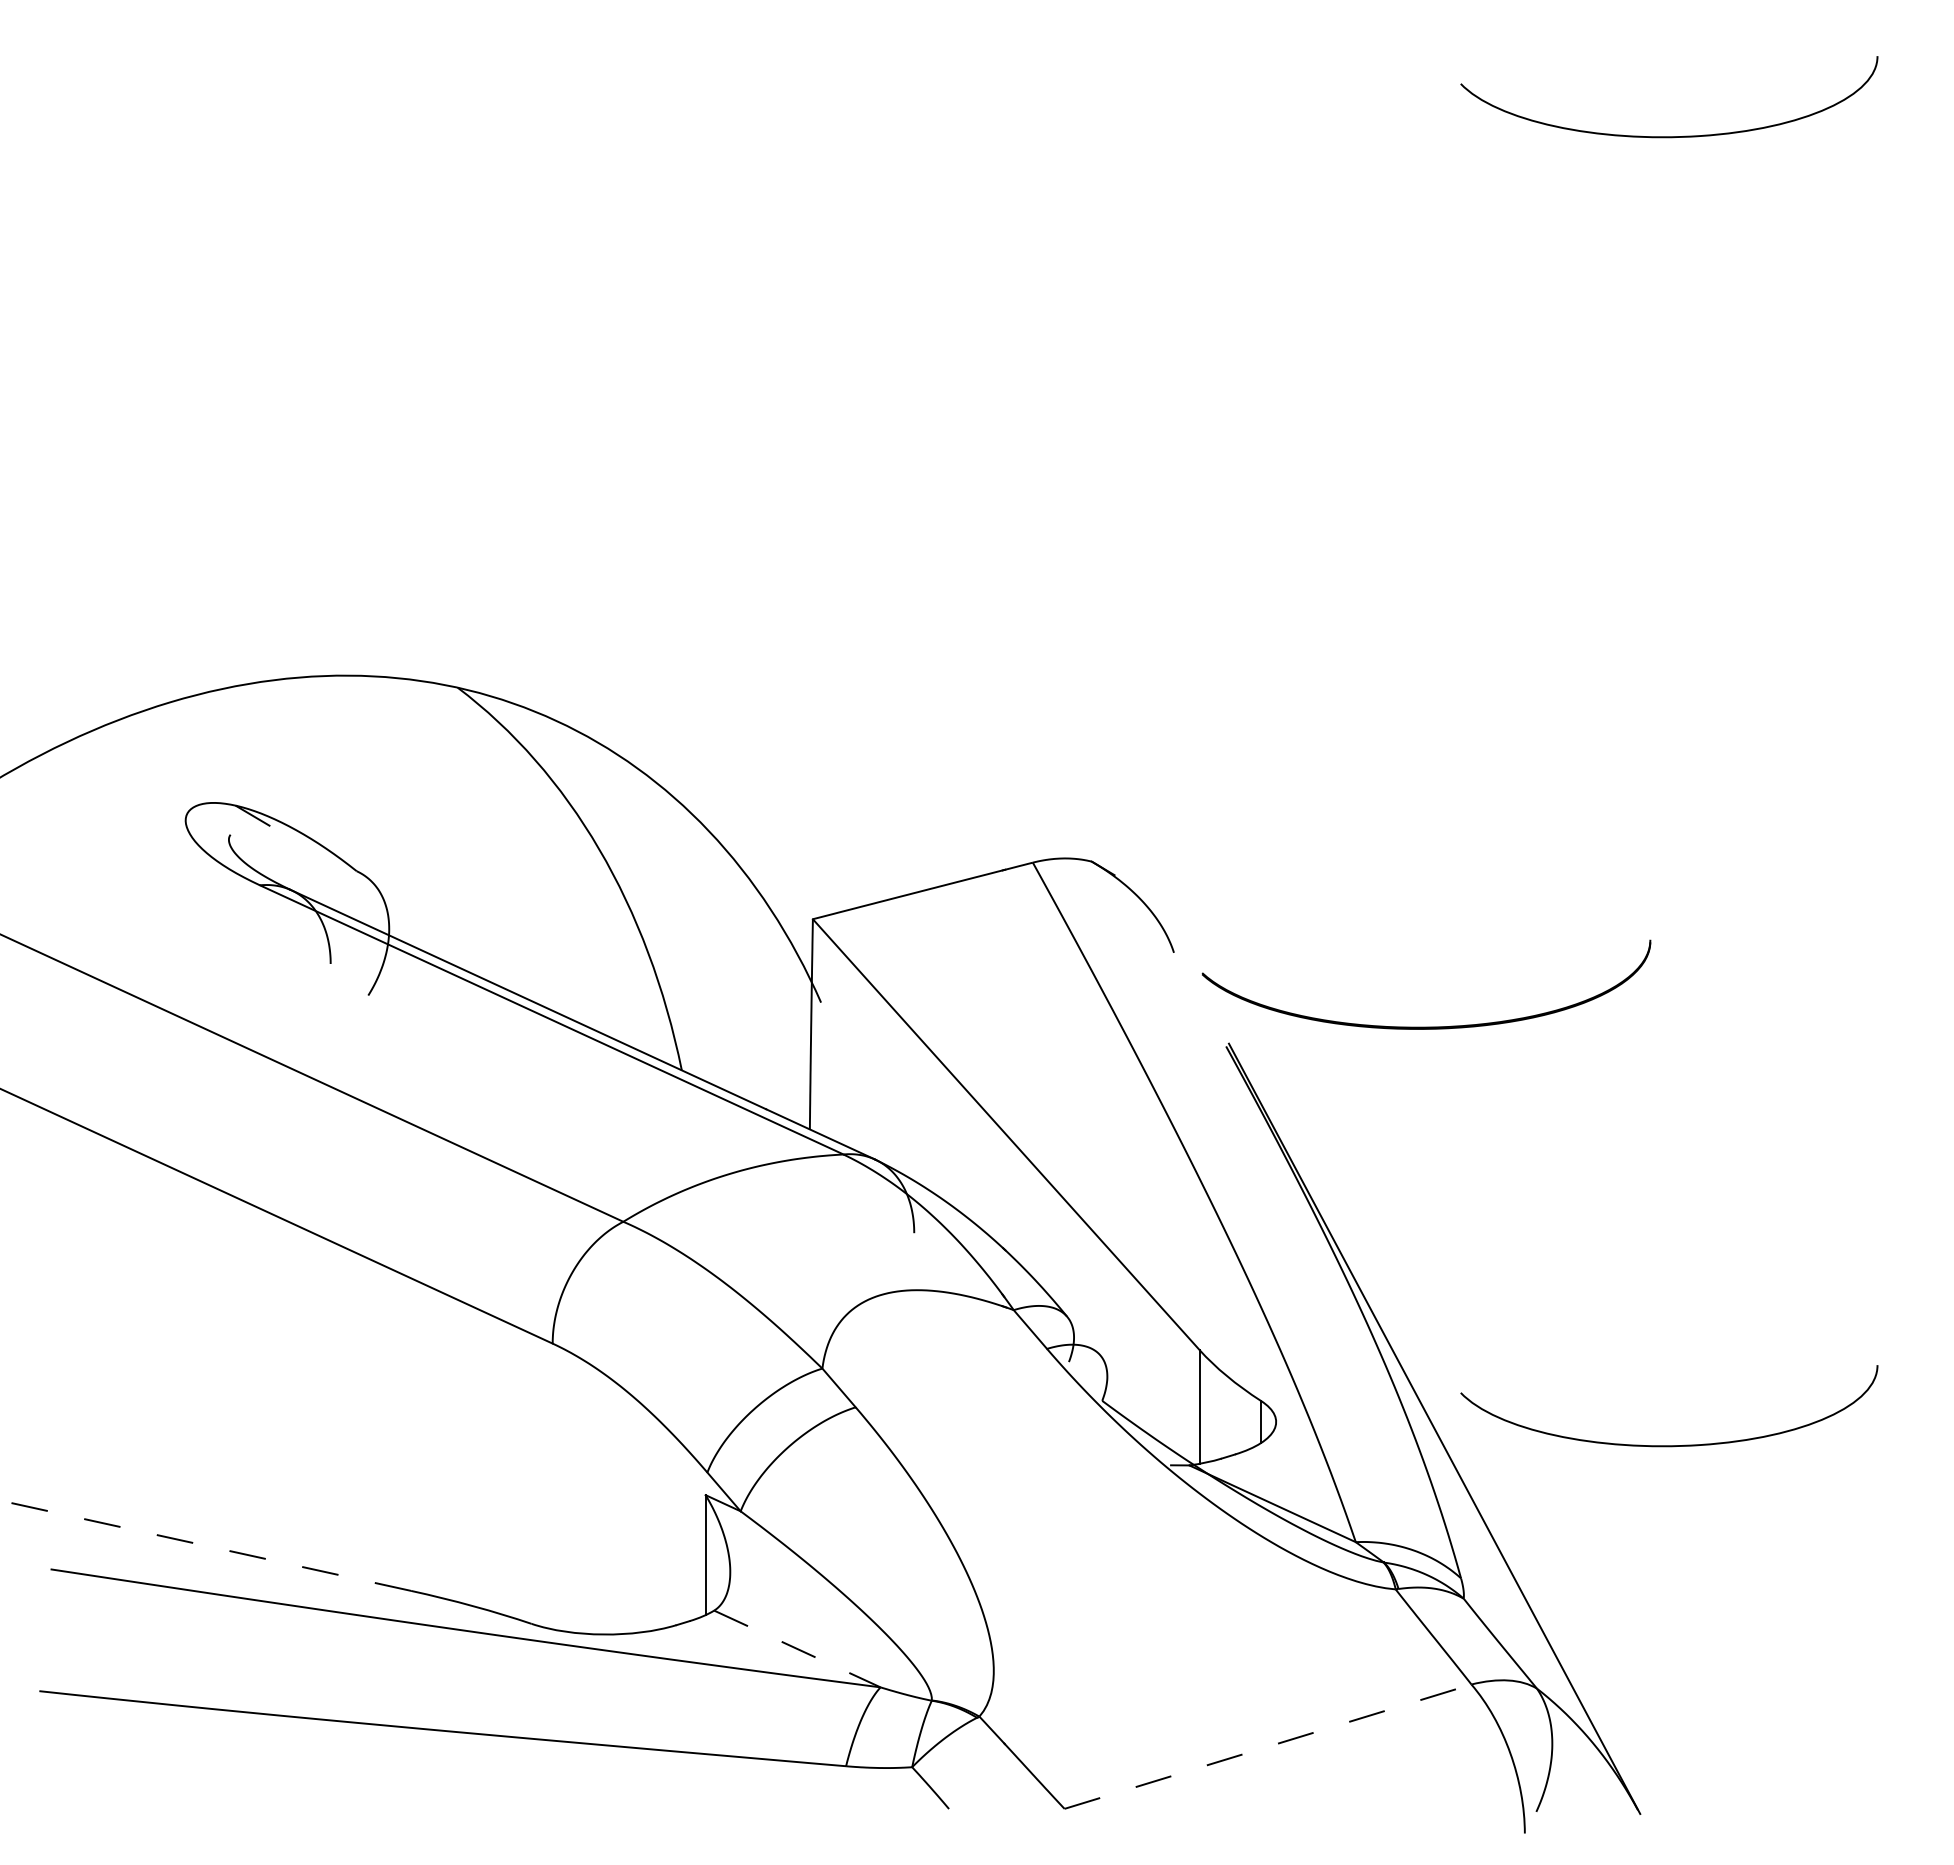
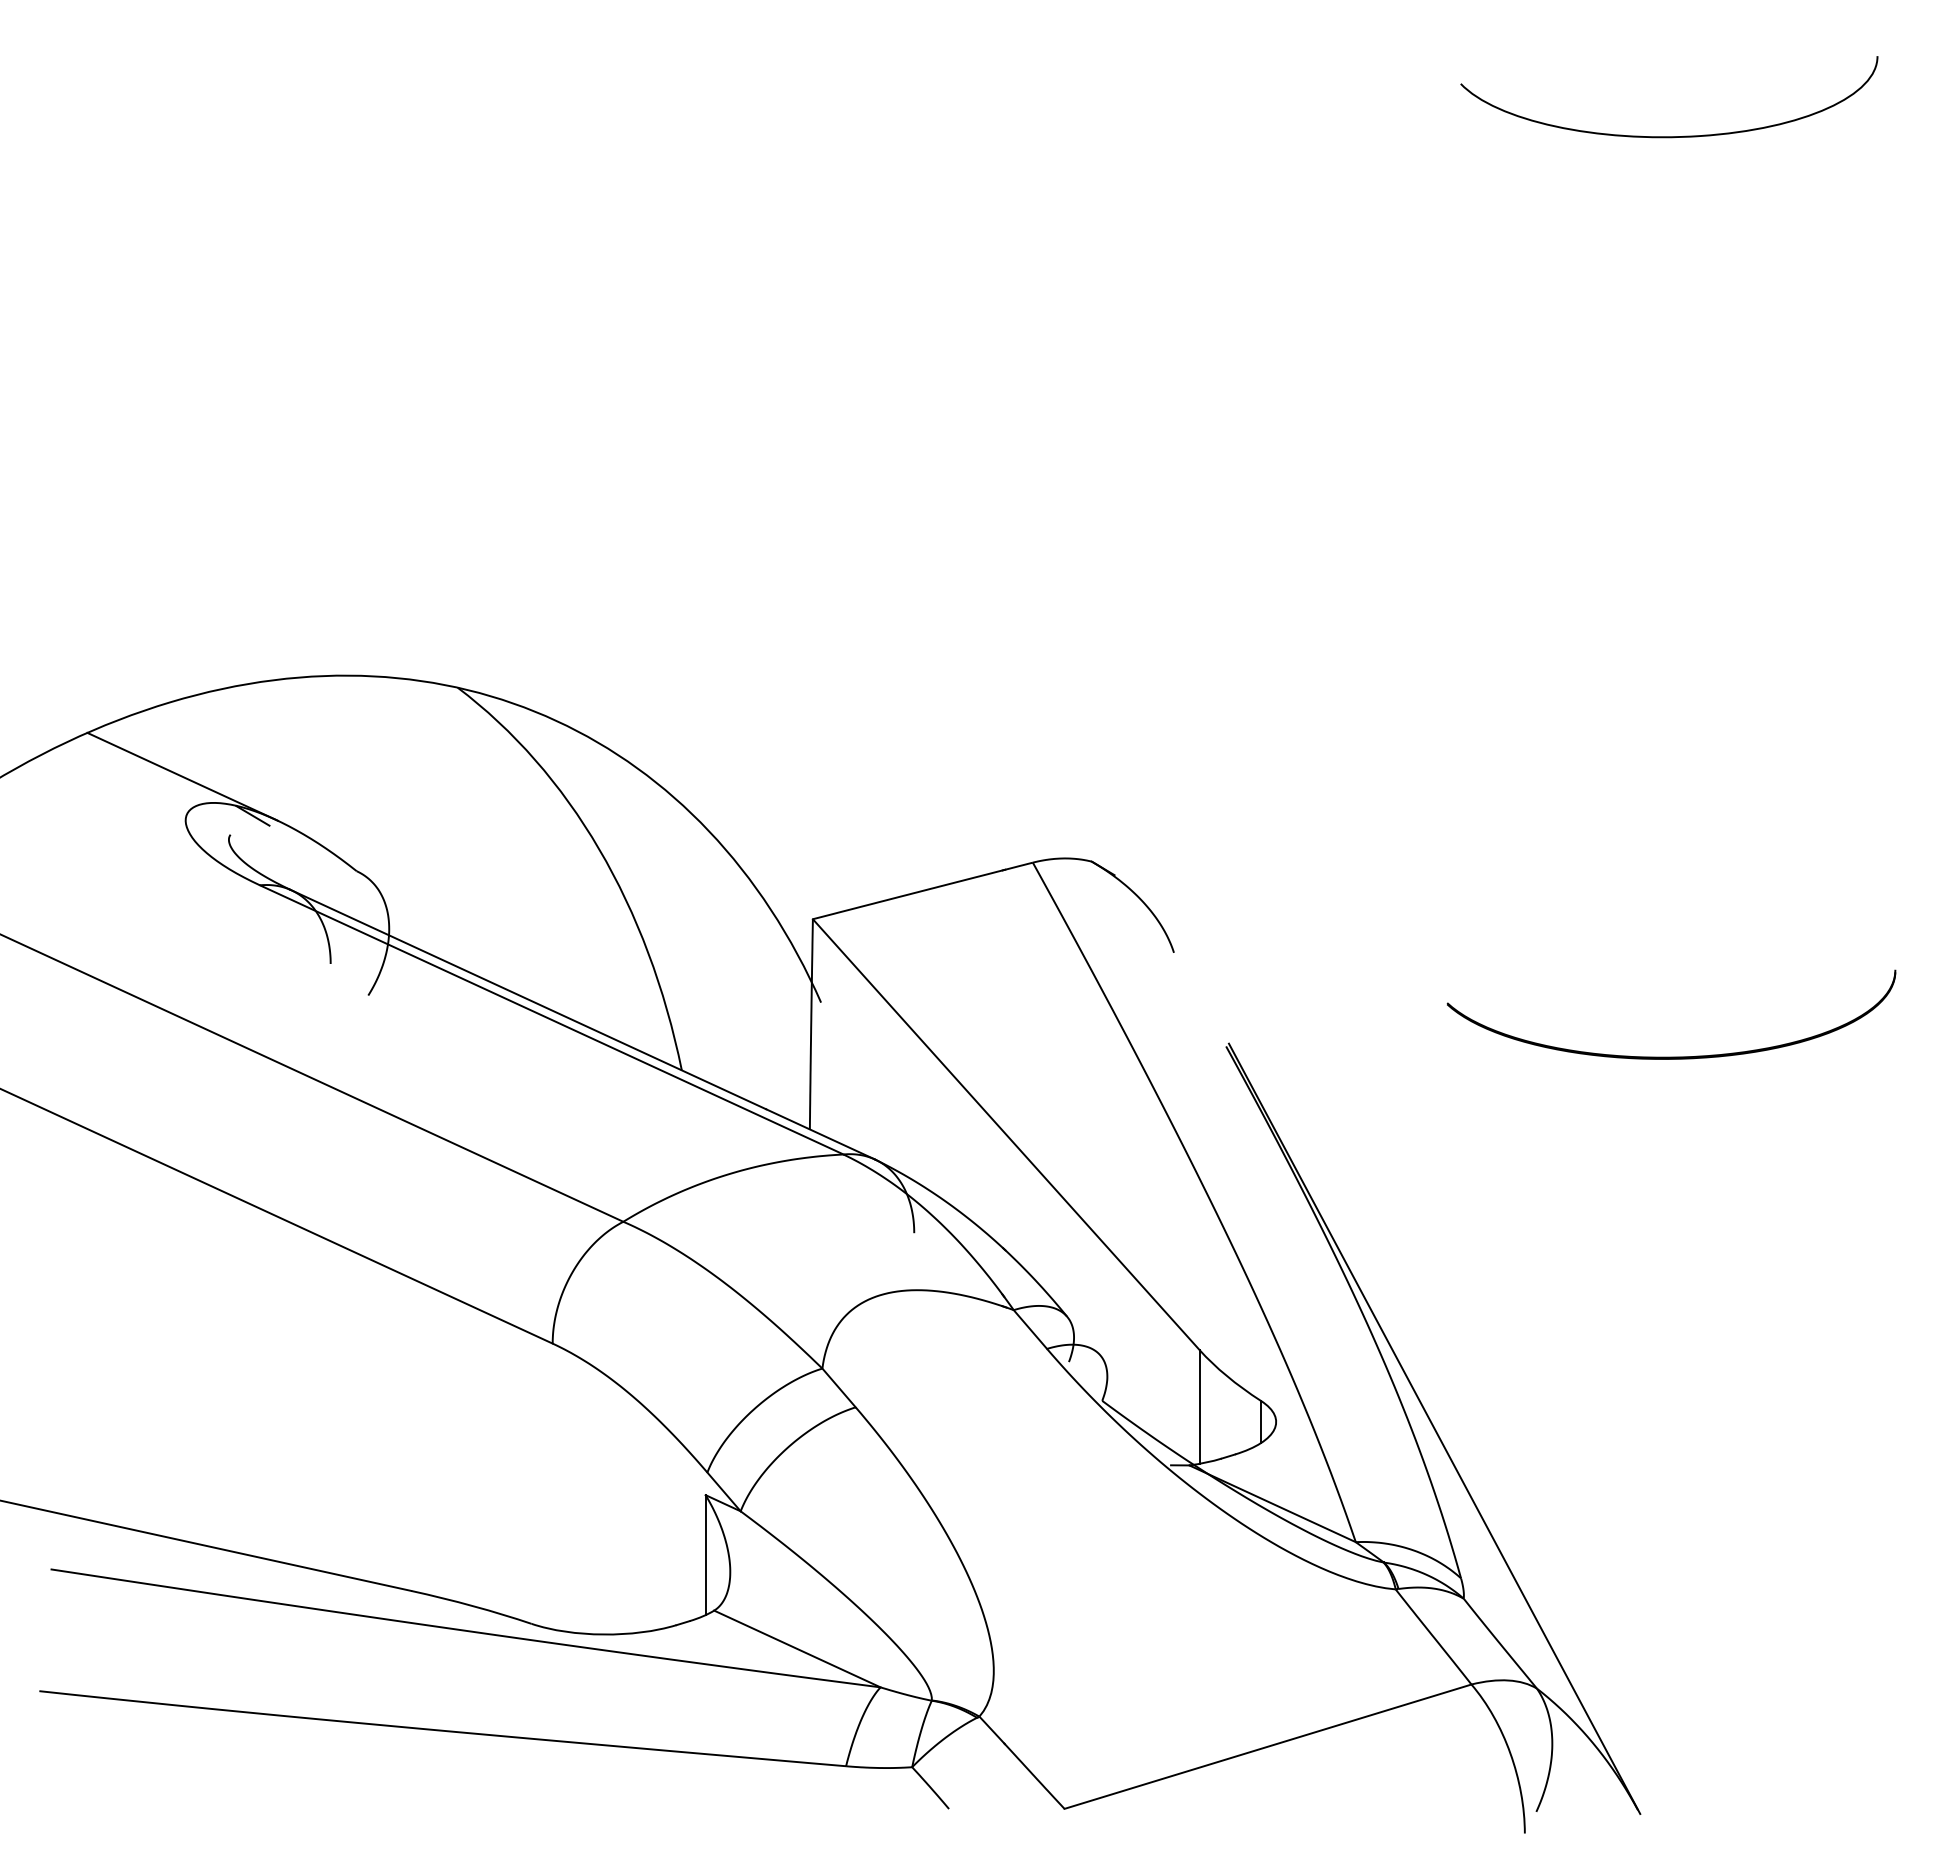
line at (182, 776): none -> present
part at (1426, 1026) position: (1426, 1026) -> (1671, 1056)
curve at (1669, 1445): present -> none
line at (205, 1545): dashed -> solid
line at (797, 1648): dashed -> solid
line at (1268, 1746): dashed -> solid
